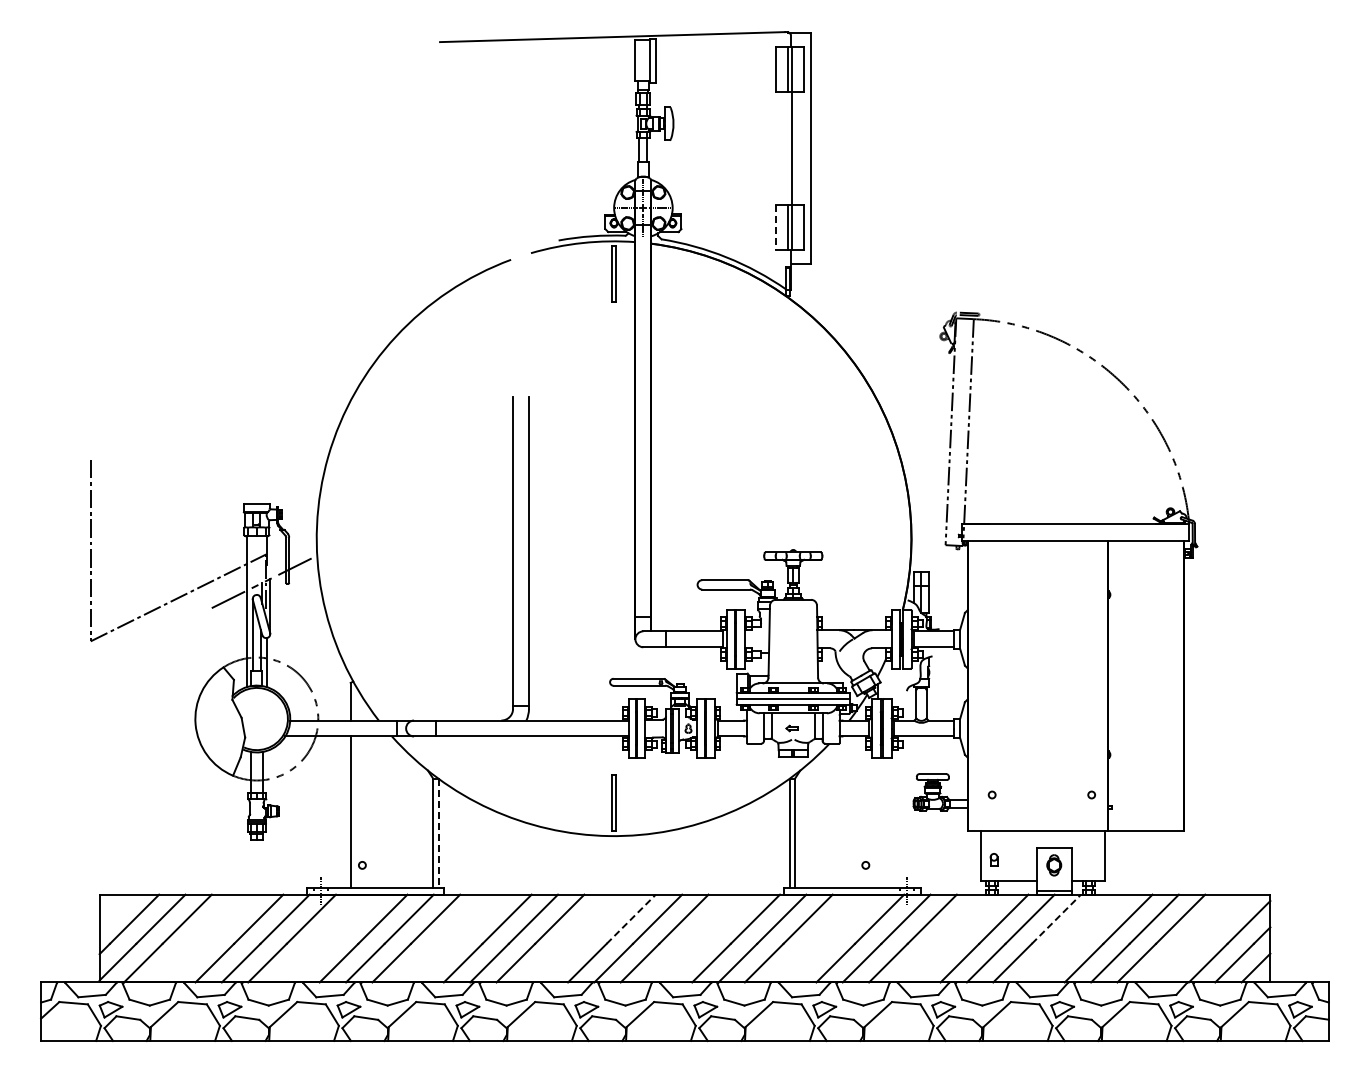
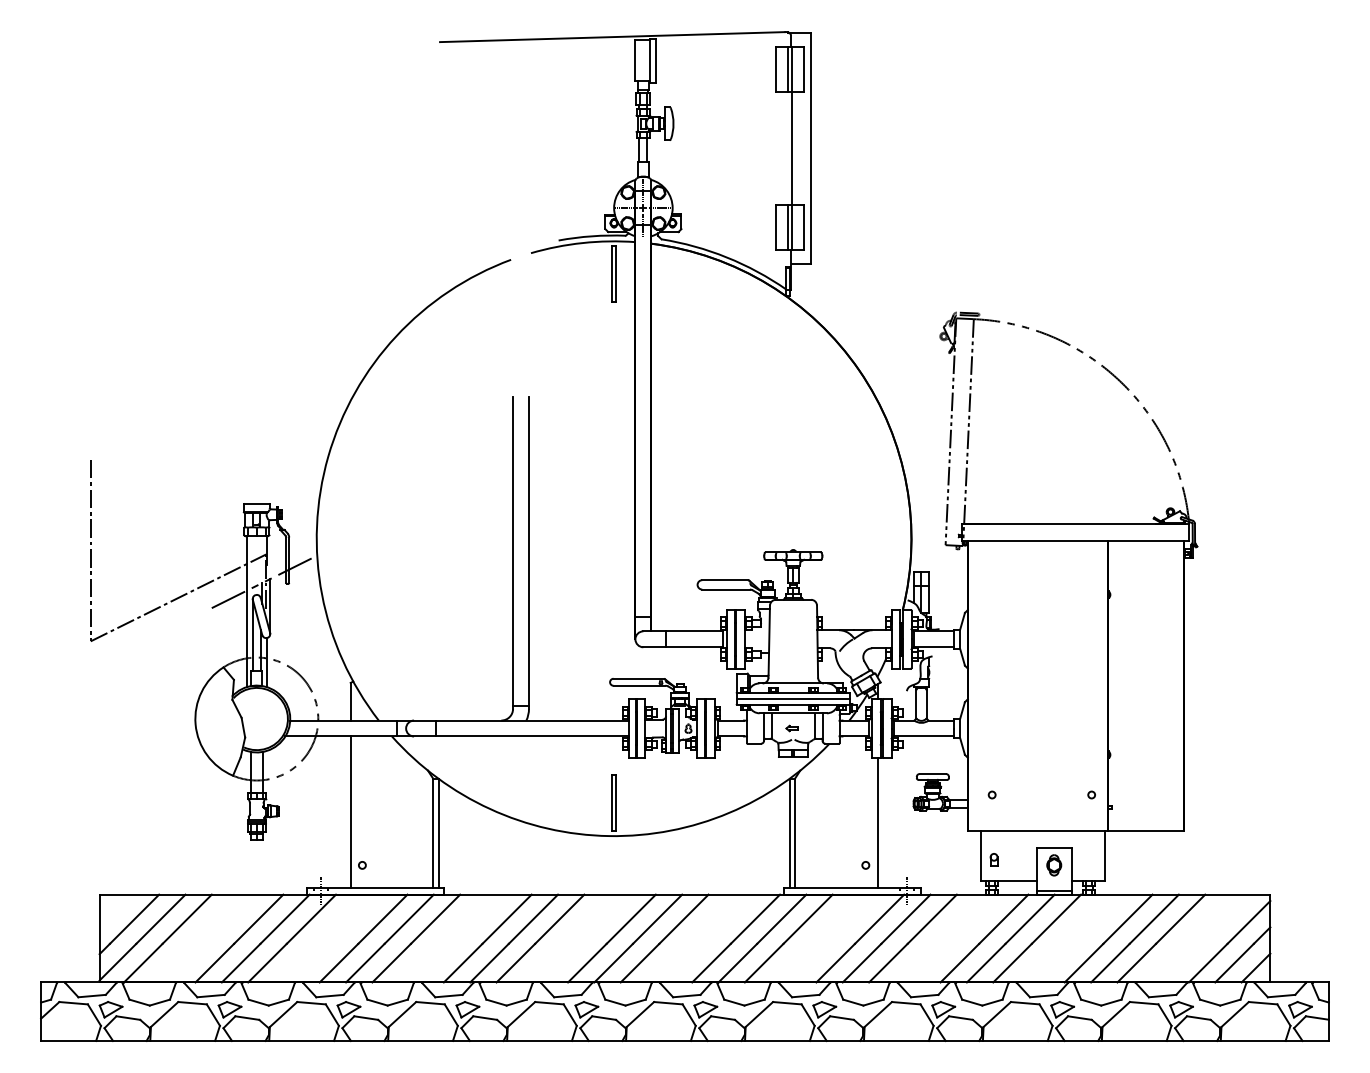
line at (775, 227): dashed -> solid
line at (877, 822): none -> present
line at (438, 833): dashed -> solid
line at (631, 919): dashed -> solid
line at (1056, 919): dashed -> solid
